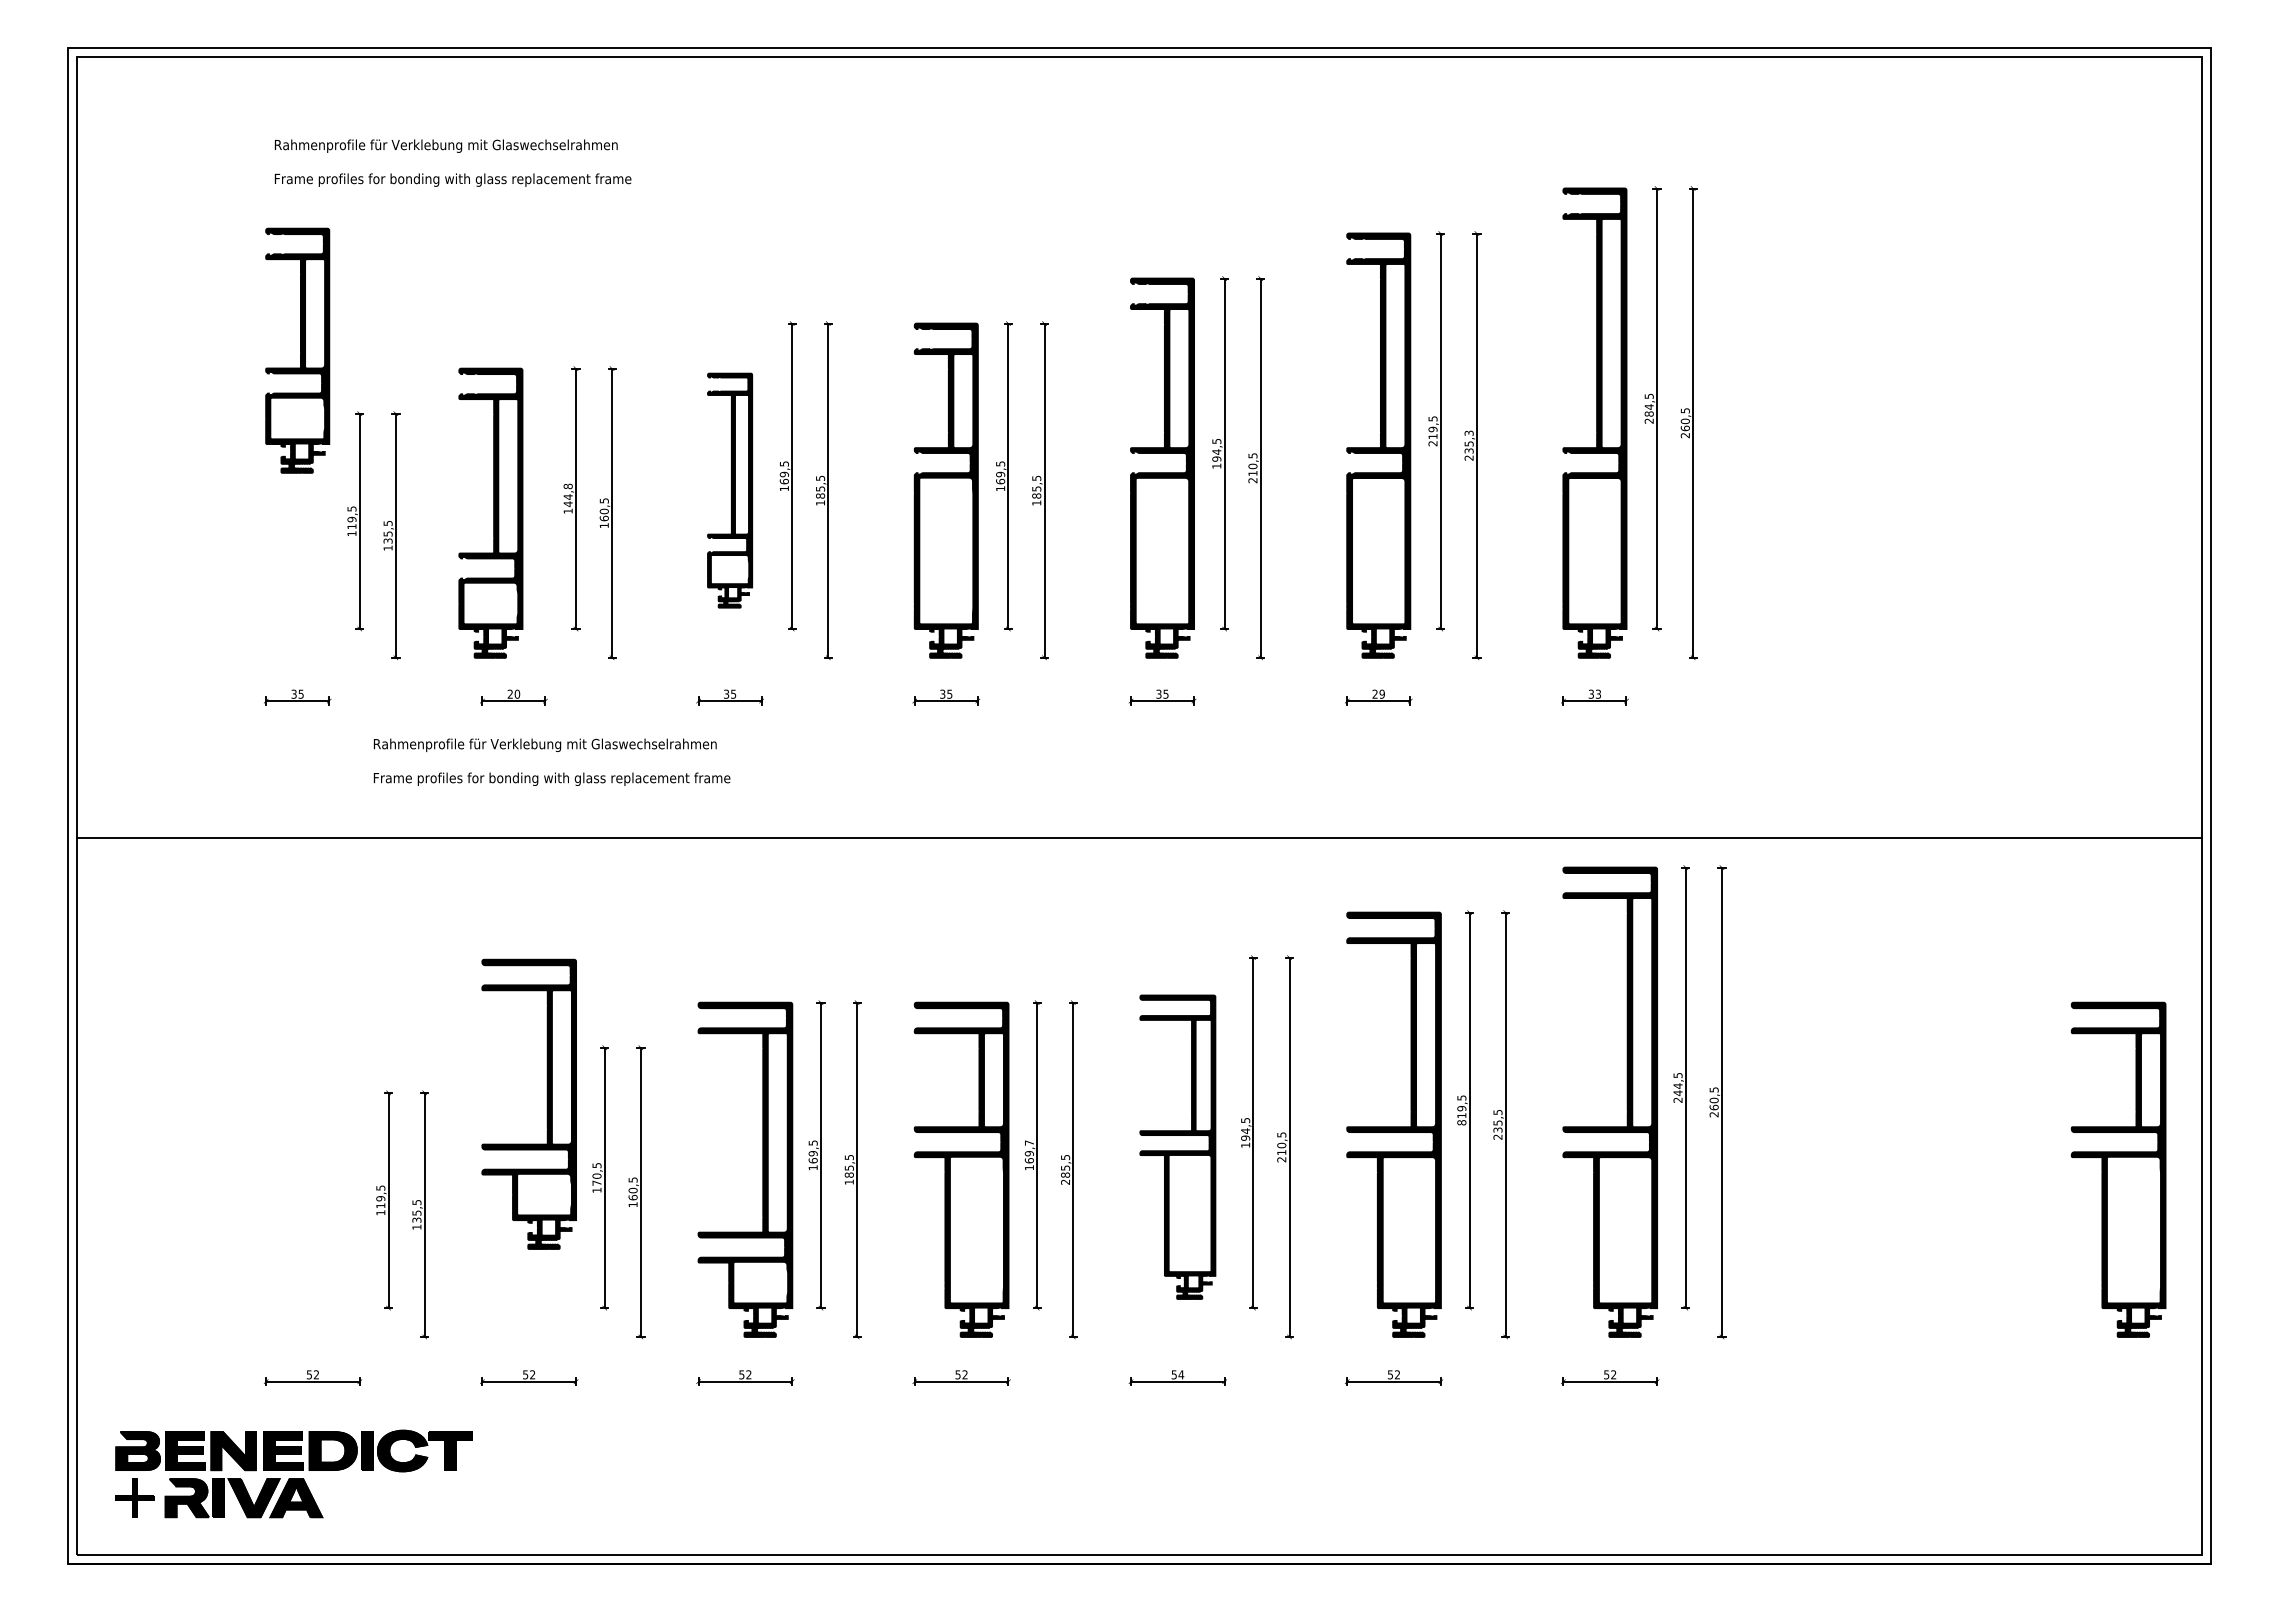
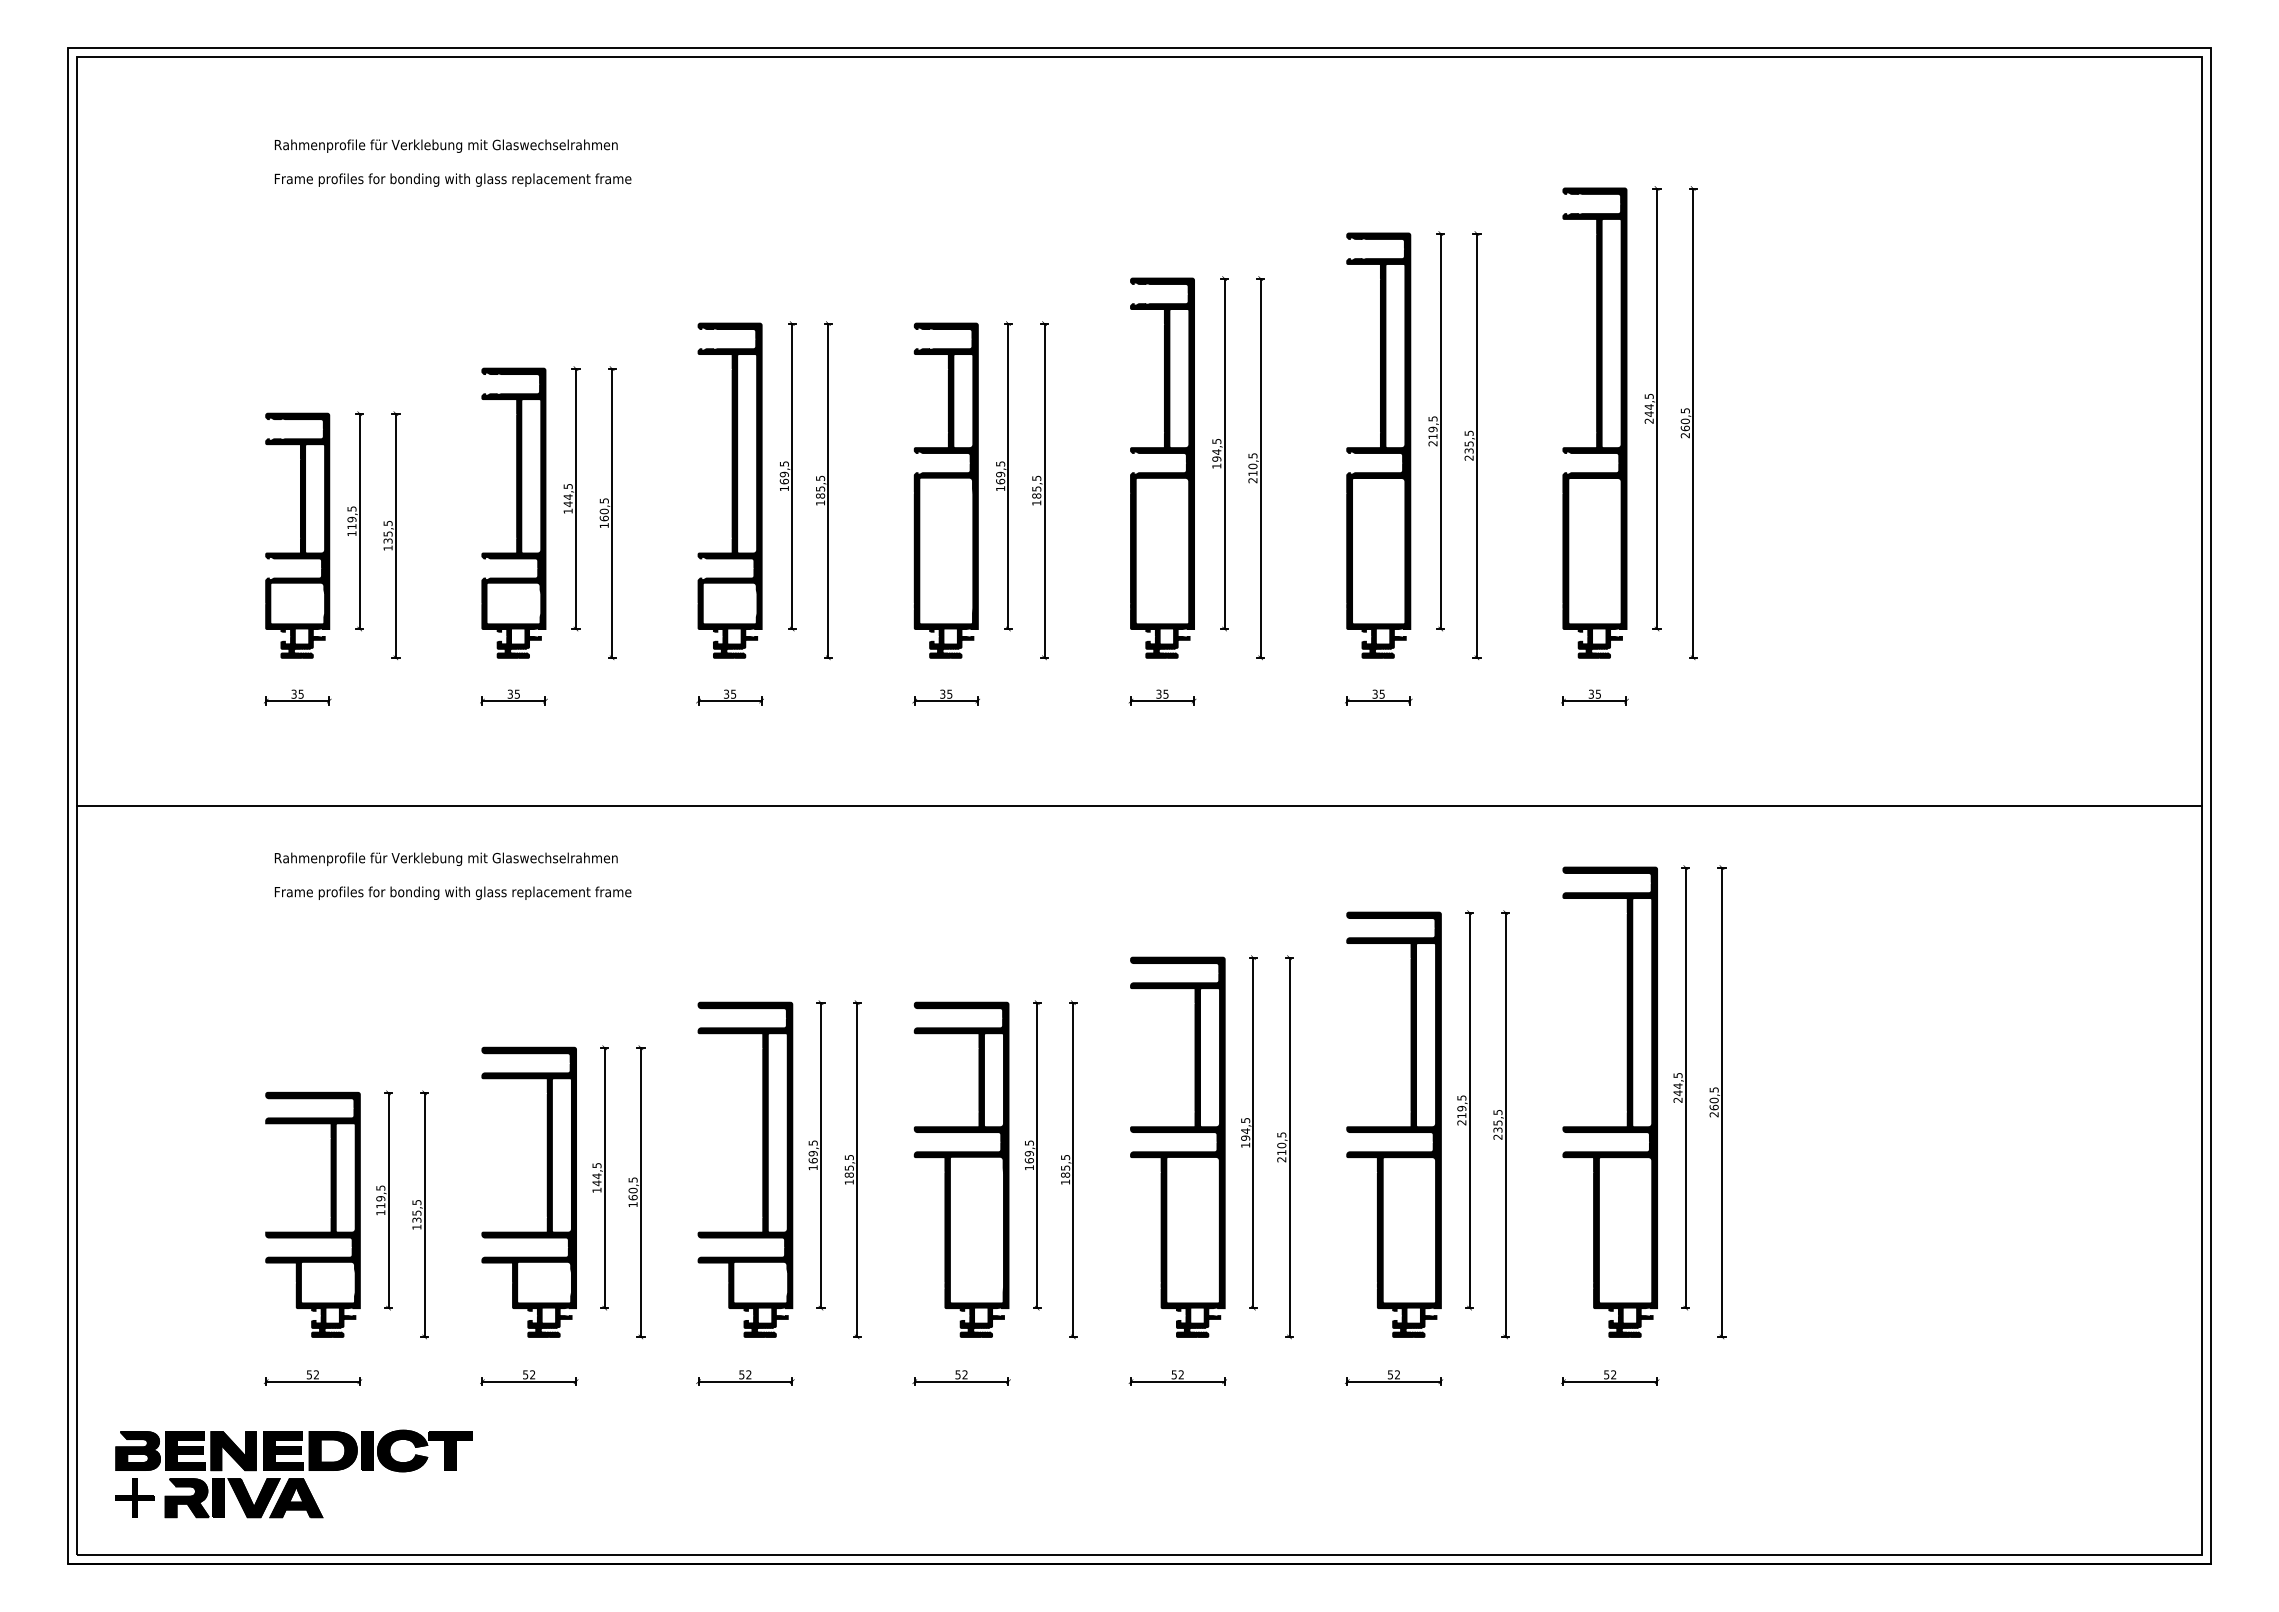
part at (297, 350) position: (297, 350) -> (297, 535)
text at (1648, 413): 284,5 -> 244,5
text at (1468, 432): 235,3 -> 235,5
text at (567, 486): 144,8 -> 144,5
part at (730, 490) size: 47x237 px -> 66x337 px
part at (490, 512) position: (490, 512) -> (513, 512)
text at (513, 693): 20 -> 35
text at (1378, 693): 29 -> 35
text at (1598, 693): 33 -> 35
text at (551, 761) position: (551, 761) -> (452, 875)
line at (1139, 838) position: (1139, 838) -> (1139, 806)
part at (546, 1103) position: (546, 1103) -> (546, 1191)
text at (1461, 1122): 819,5 -> 219,5
text at (1029, 1142): 169,7 -> 169,5
part at (1177, 1146) size: 78x306 px -> 96x382 px
part at (2118, 1169): present -> none
text at (596, 1179): 170,5 -> 144,5
text at (1065, 1181): 285,5 -> 185,5
part at (312, 1231): none -> present
text at (1181, 1374): 54 -> 52
